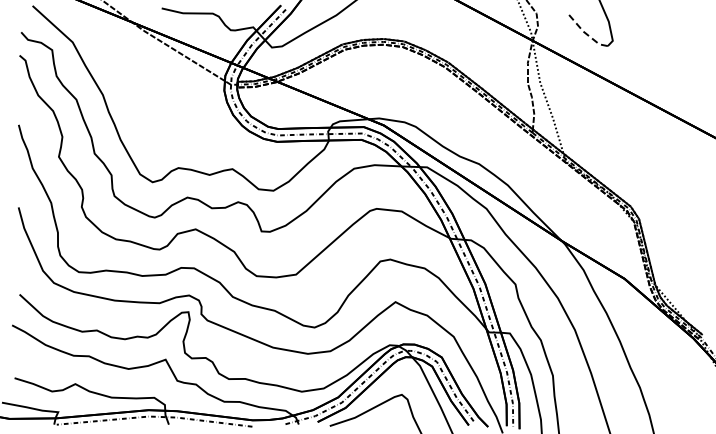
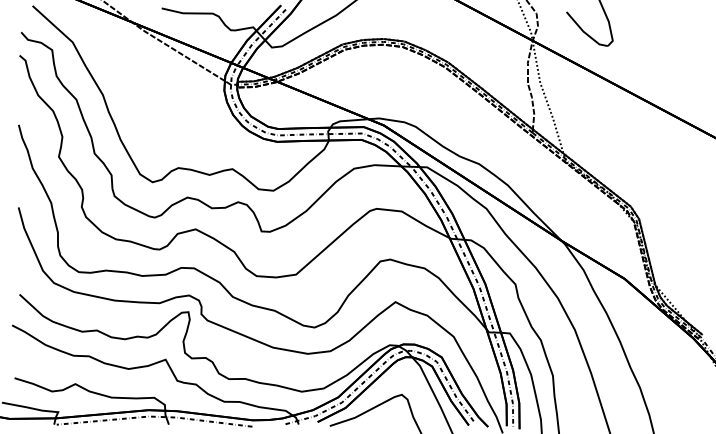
line at (584, 32): dashed -> solid
